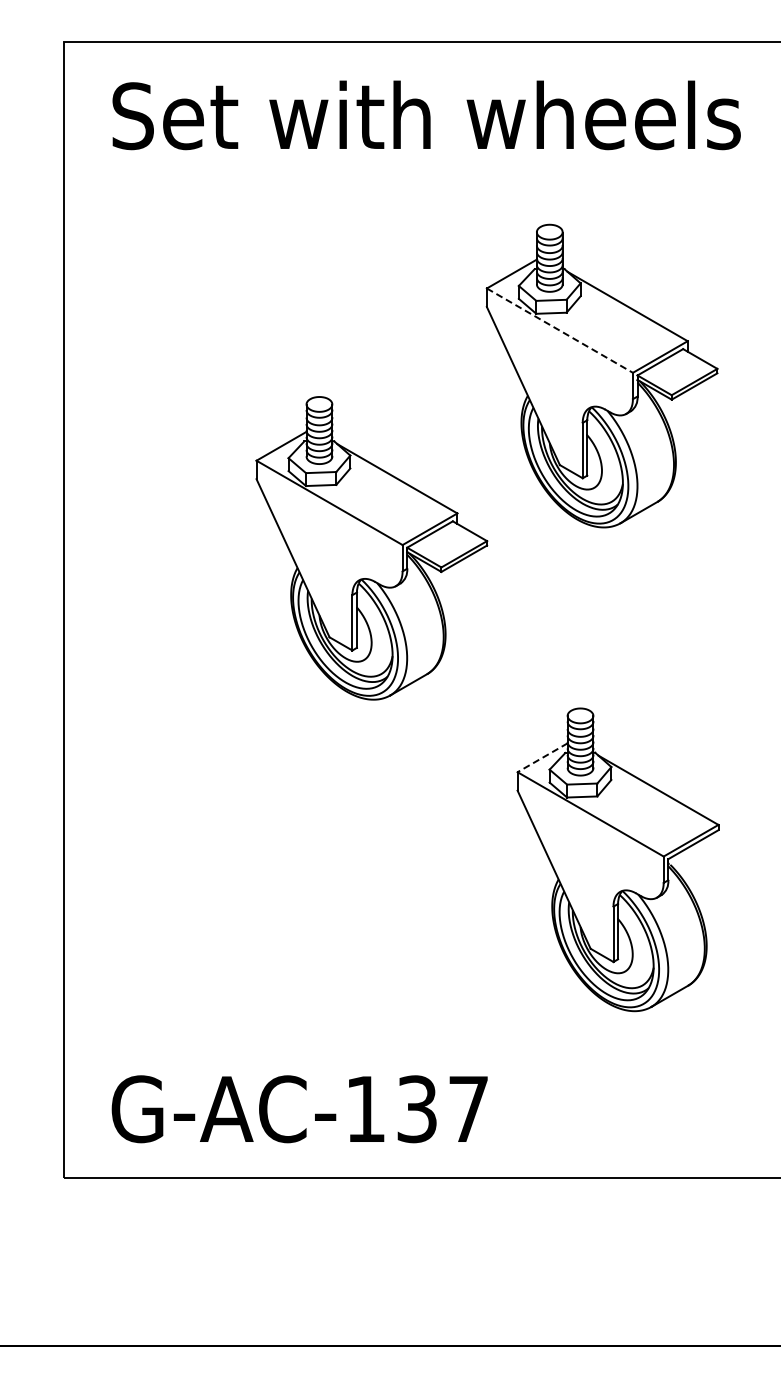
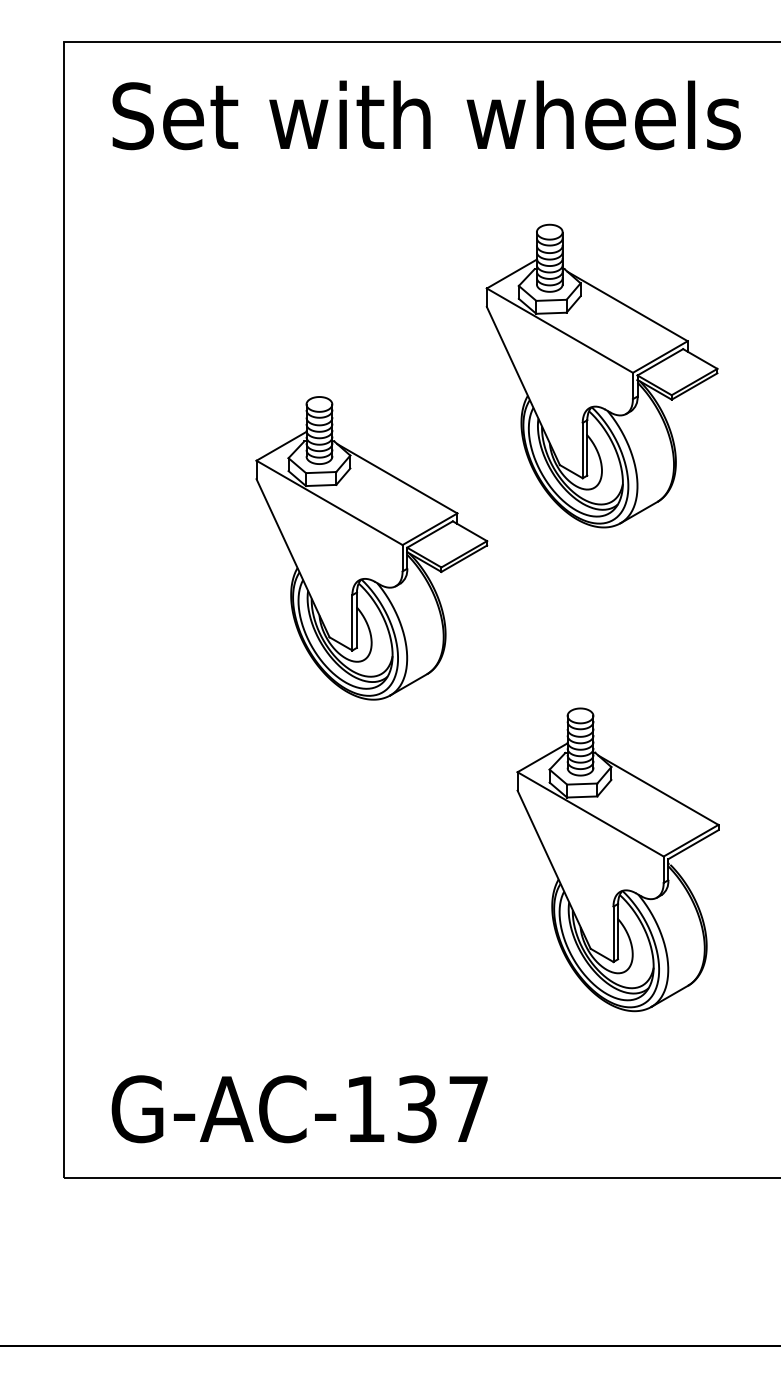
line at (560, 330): dashed -> solid
line at (542, 757): dashed -> solid
